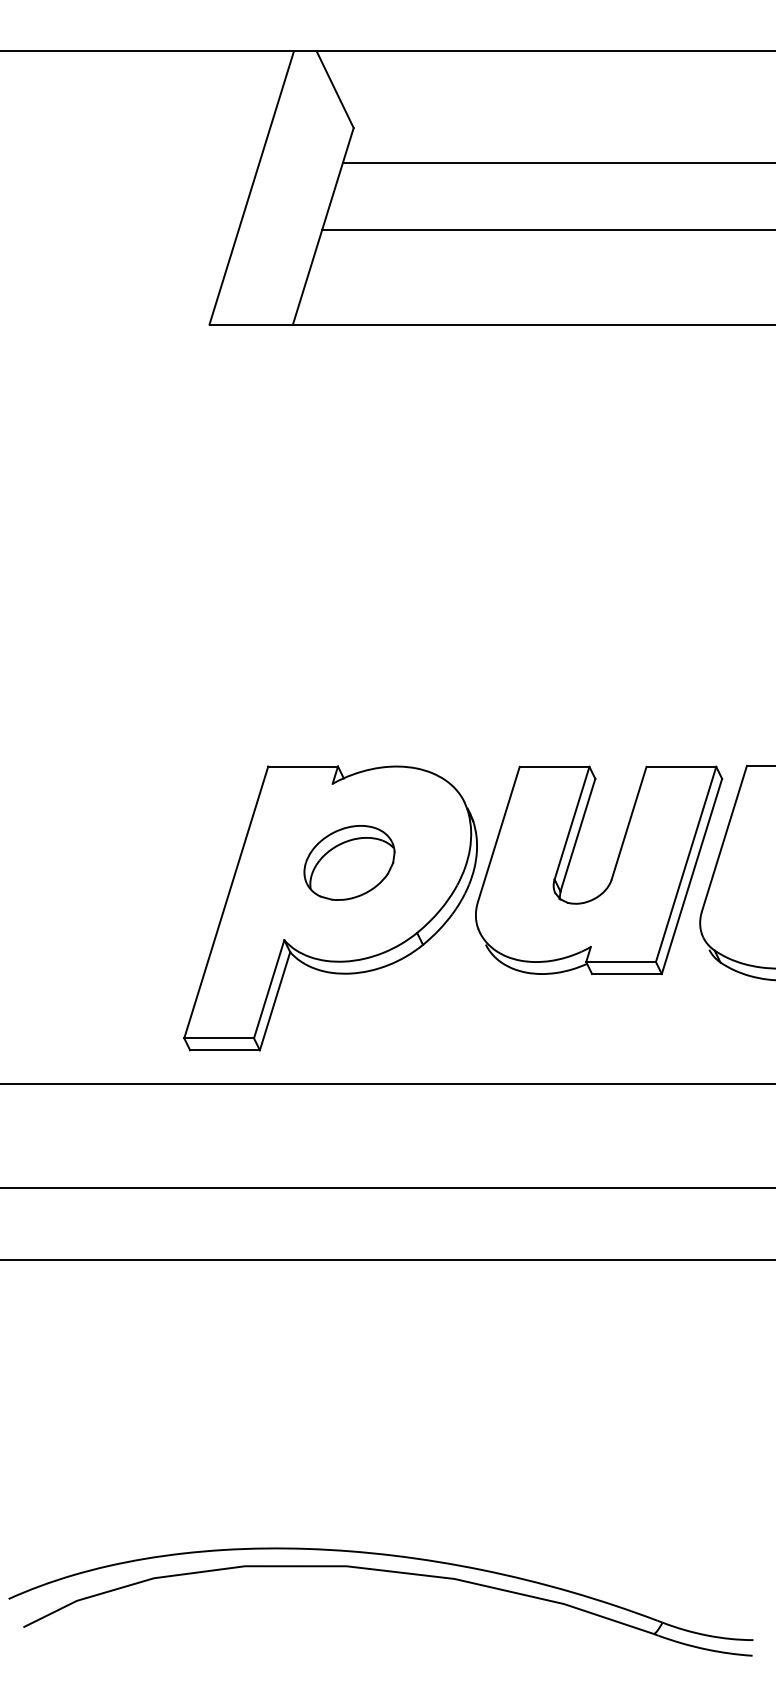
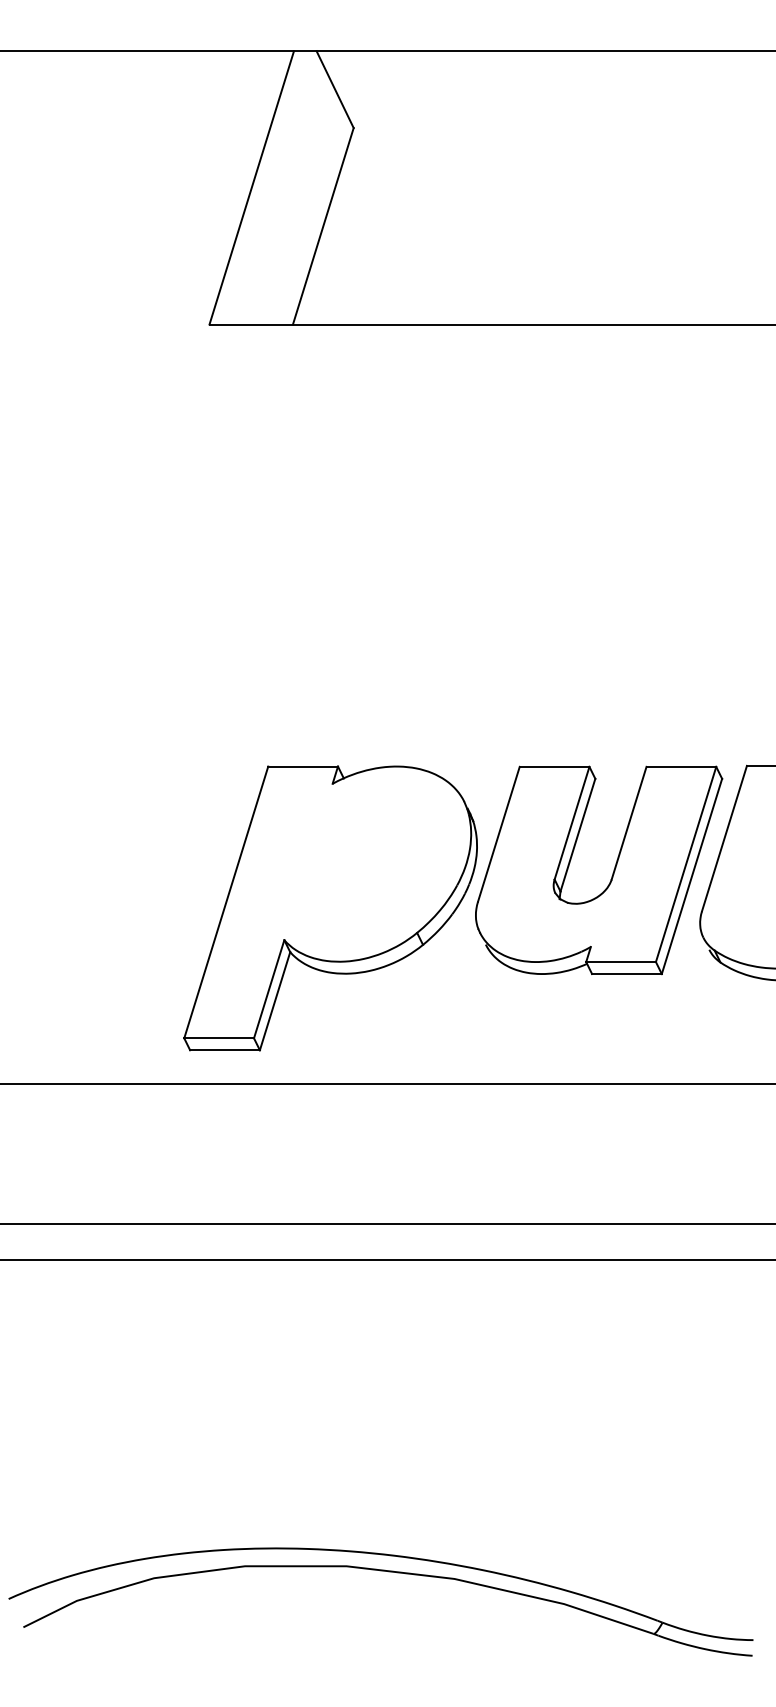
line at (557, 163): present -> none
line at (547, 229): present -> none
part at (349, 862): present -> none
line at (387, 1188) position: (387, 1188) -> (387, 1224)
